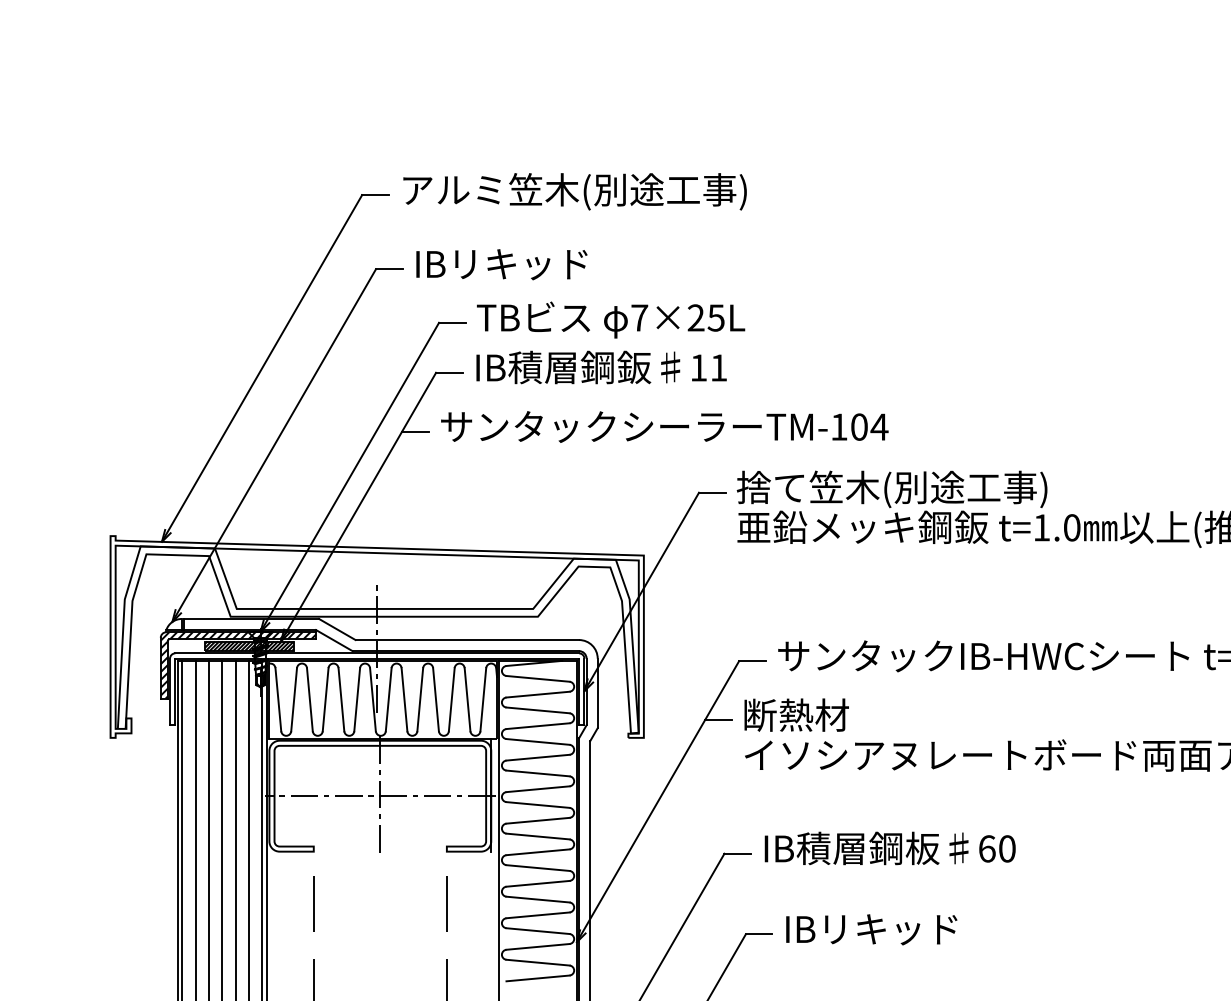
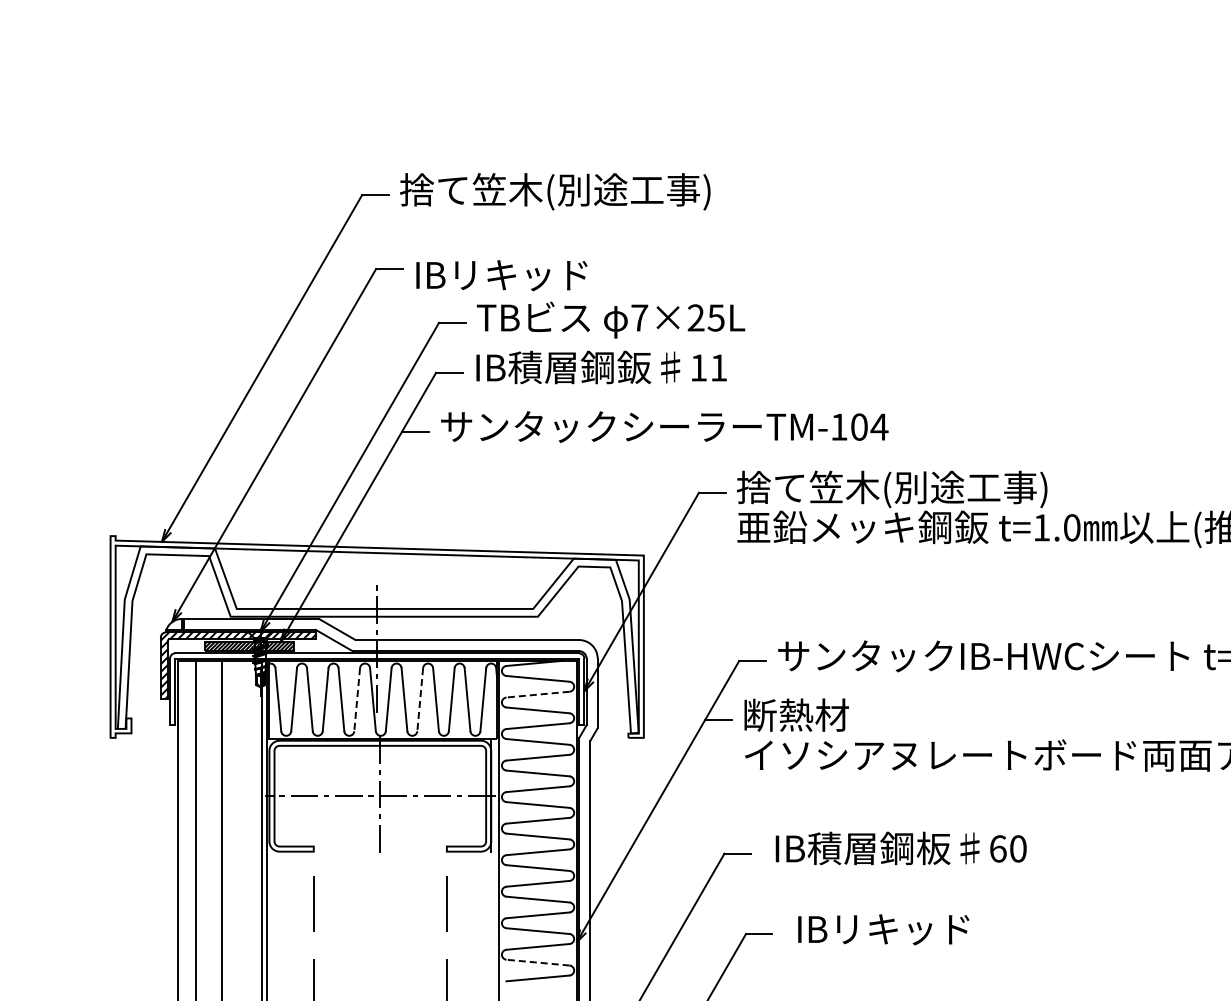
text at (573, 191): アルミ笠木(別途工事) -> 捨て笠木(別途工事)
text at (501, 264) position: (501, 264) -> (501, 275)
line at (538, 694): solid -> dashed
line at (357, 699): solid -> dashed
line at (420, 699): solid -> dashed
line at (182, 828): present -> none
line at (209, 828): present -> none
line at (235, 828): present -> none
line at (249, 828): present -> none
text at (889, 848) position: (889, 848) -> (900, 848)
text at (871, 929) position: (871, 929) -> (883, 929)
line at (538, 962): solid -> dashed
